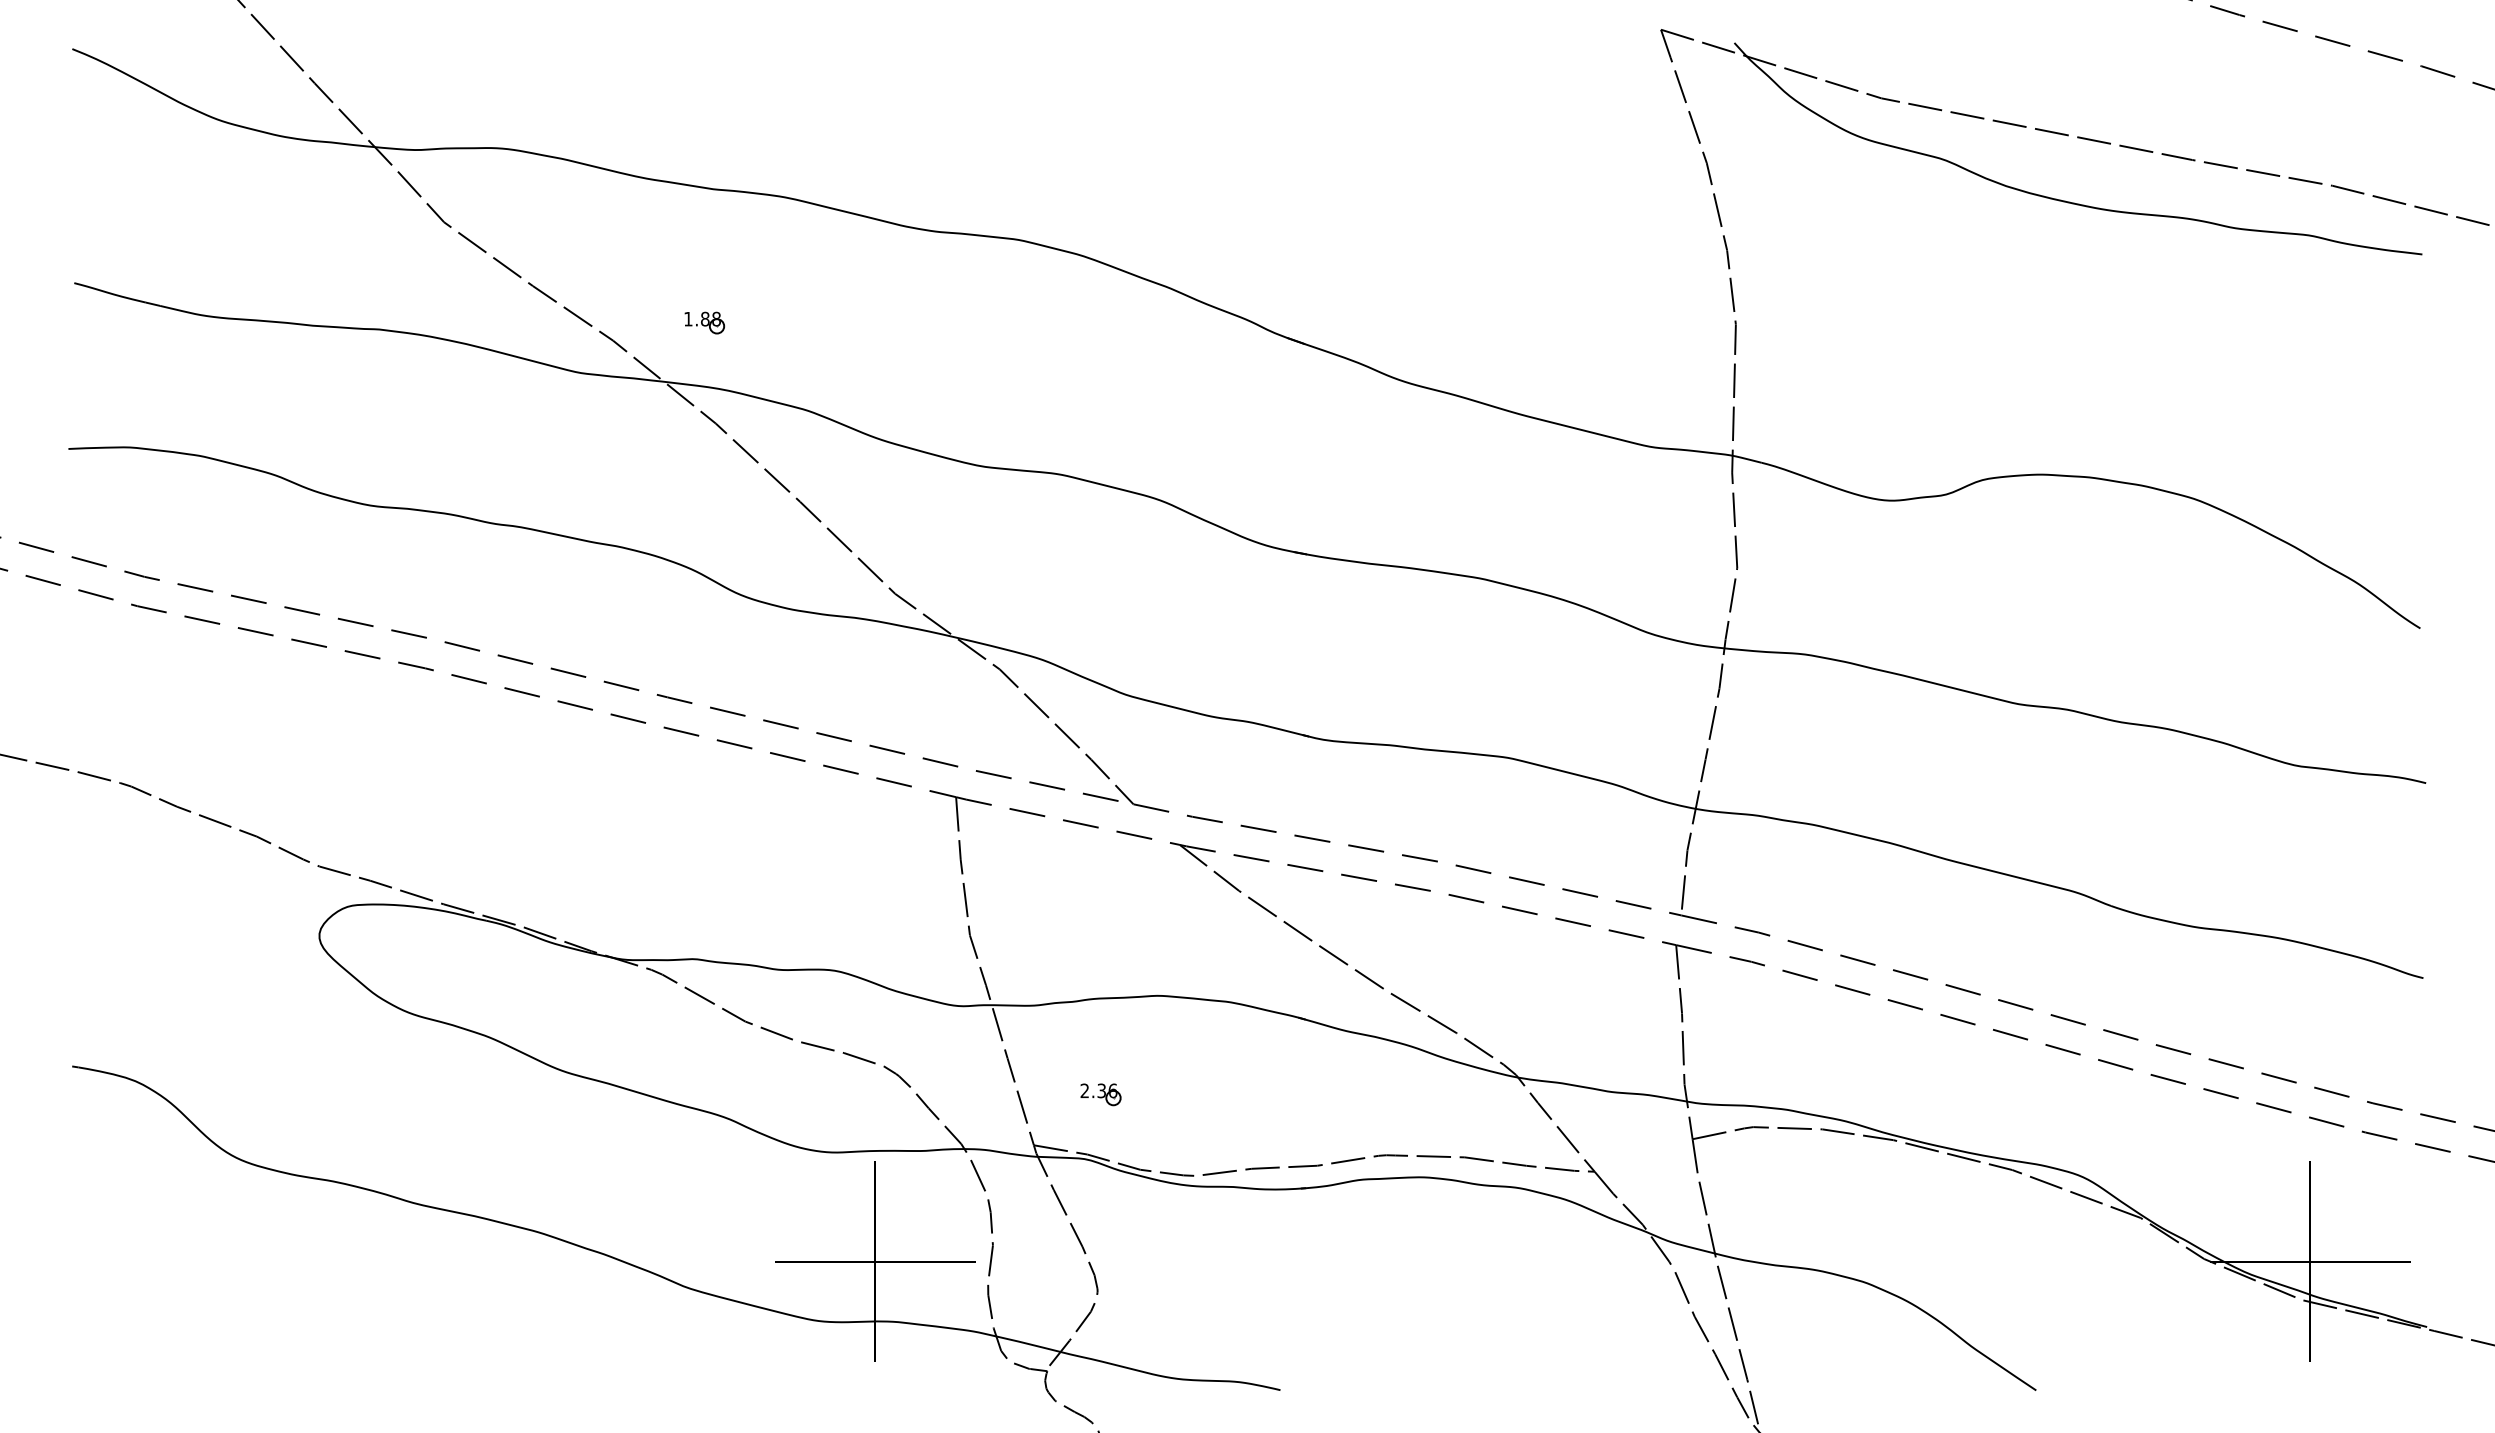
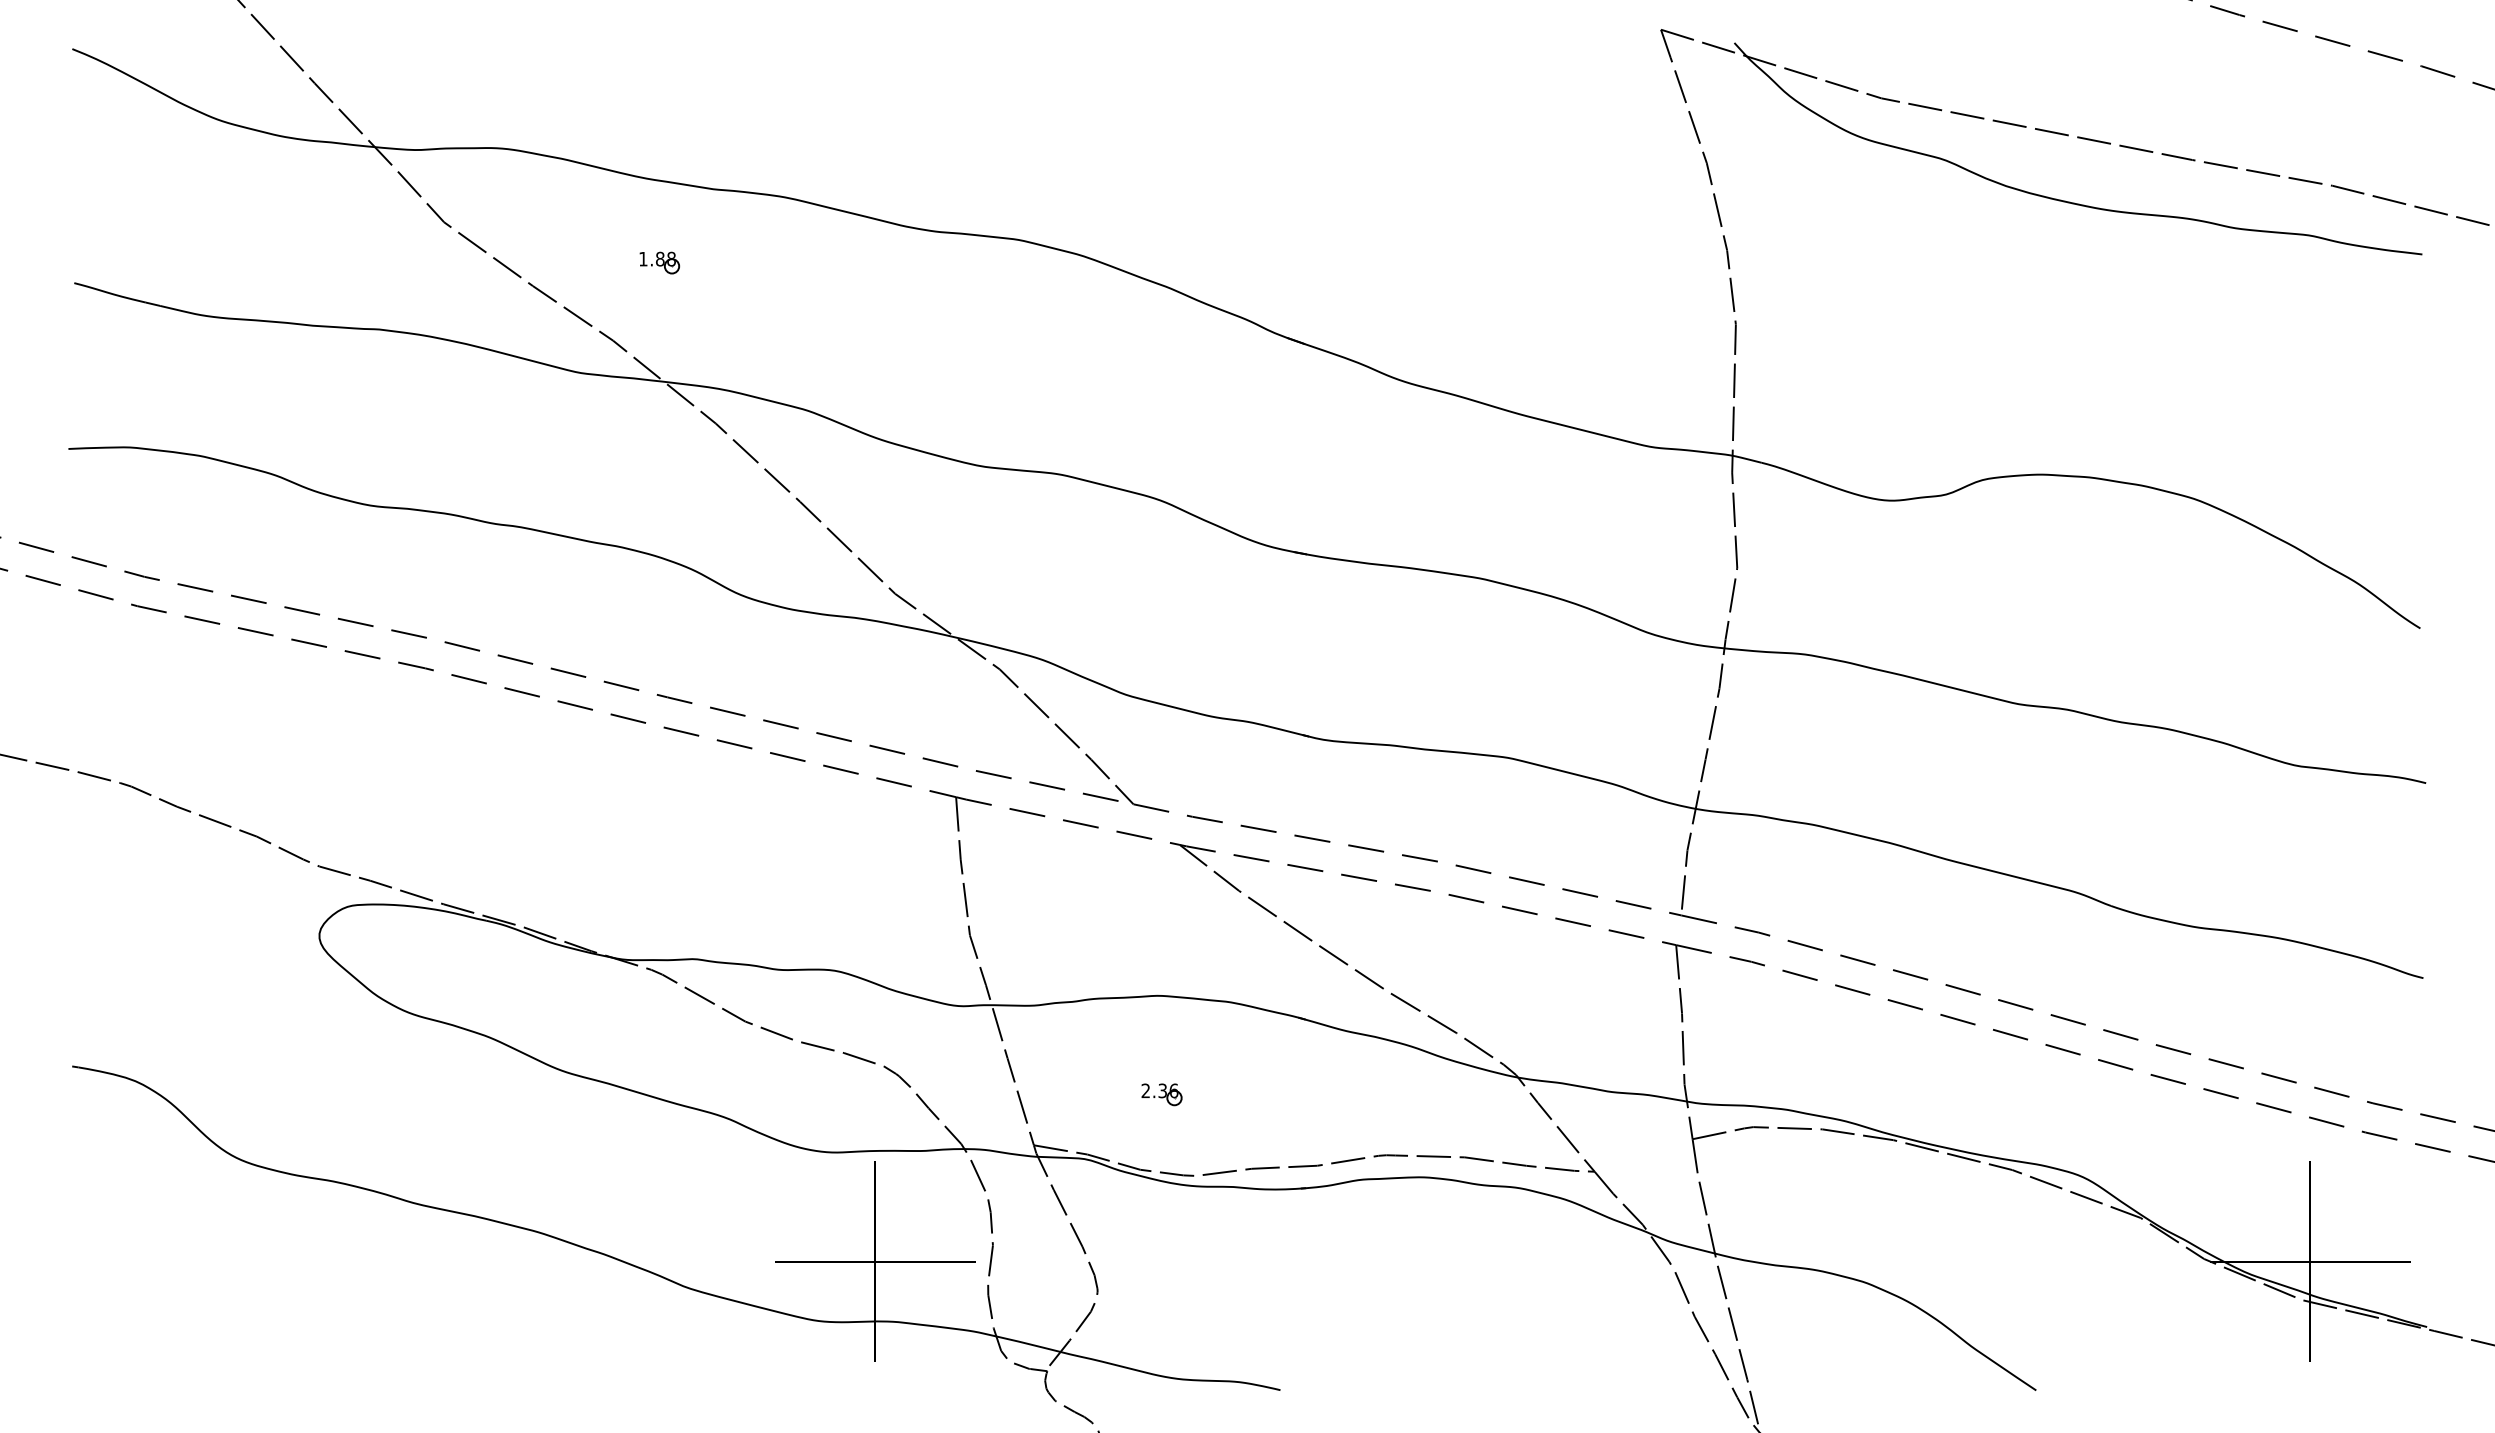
part at (704, 322) position: (704, 322) -> (659, 262)
part at (1100, 1094) position: (1100, 1094) -> (1161, 1094)
